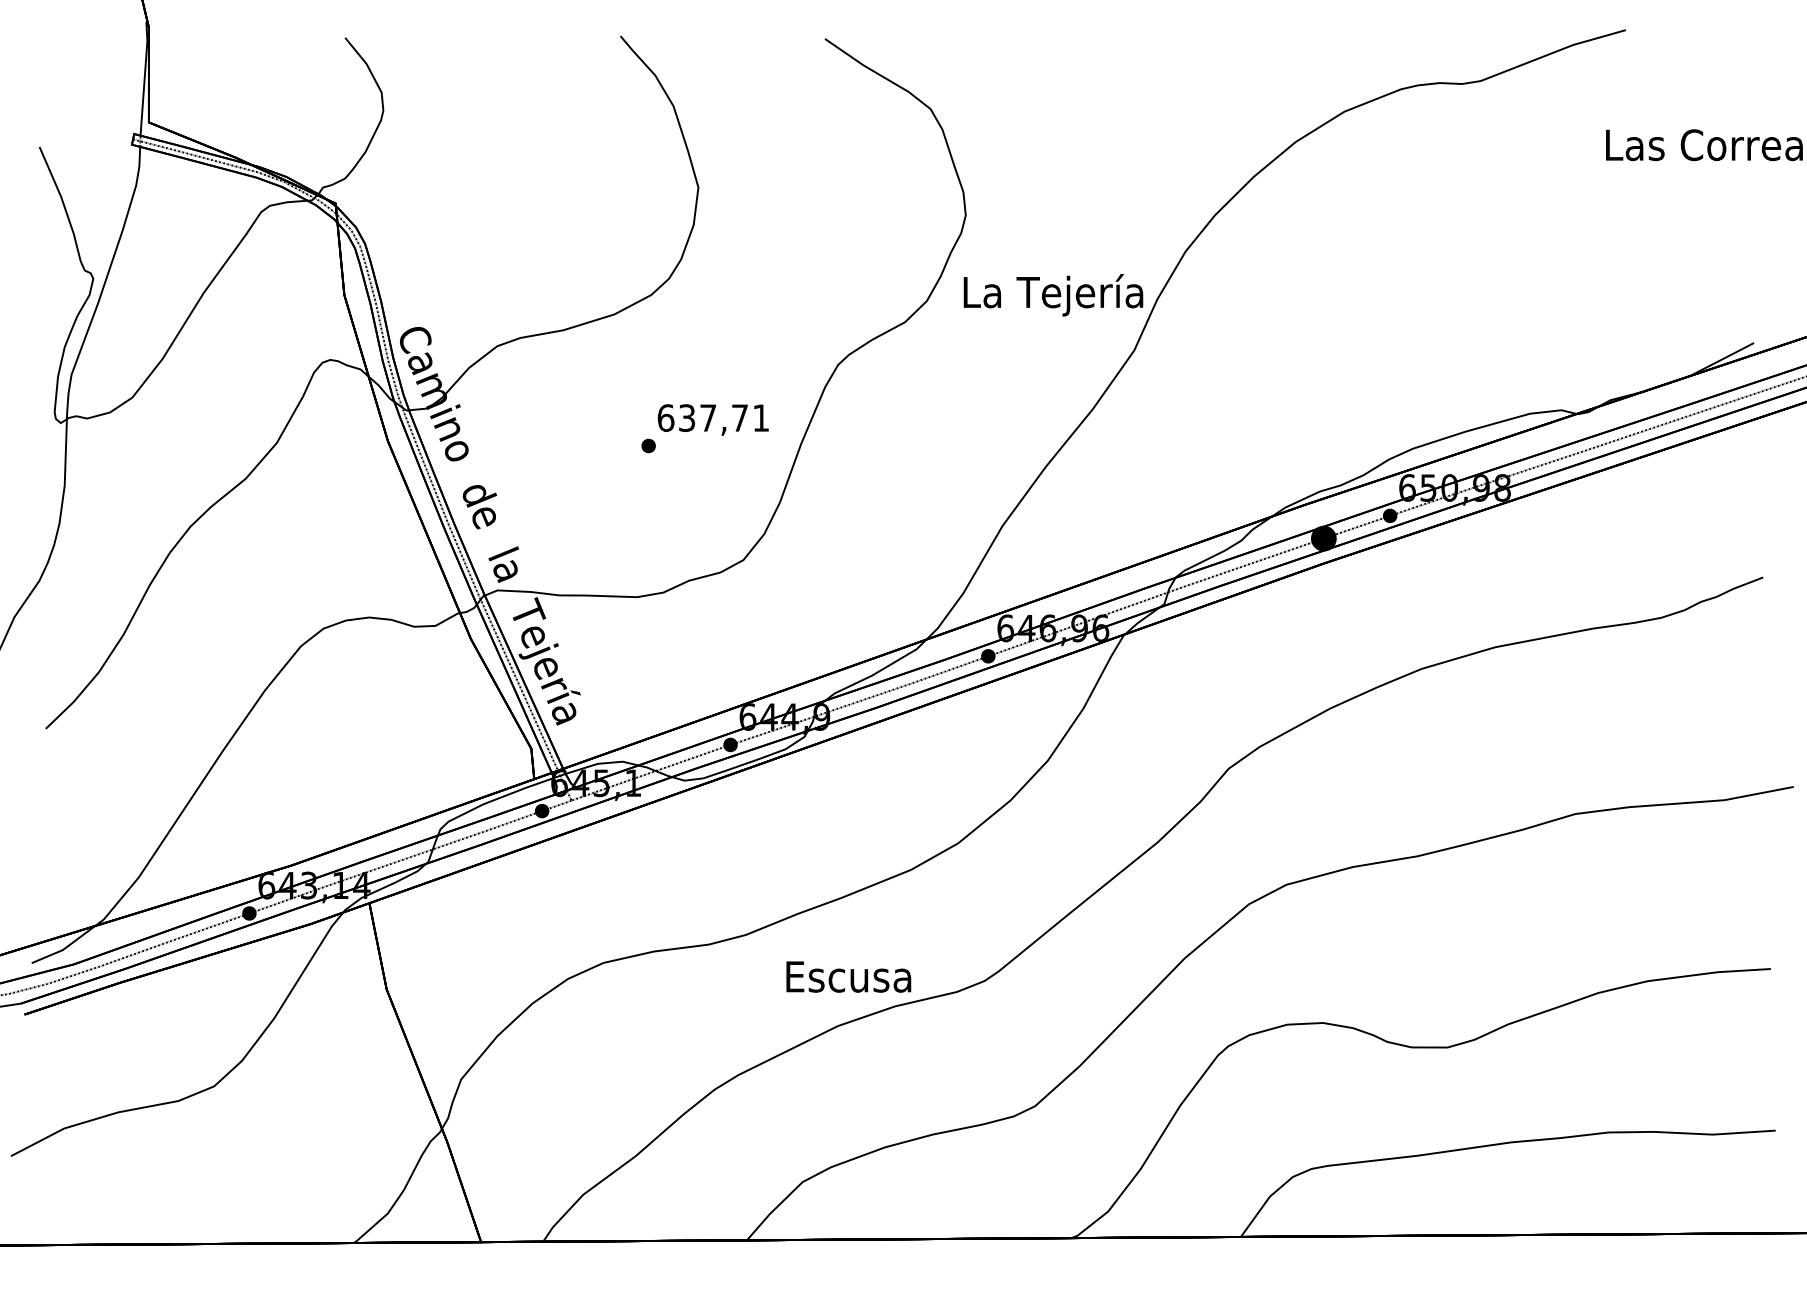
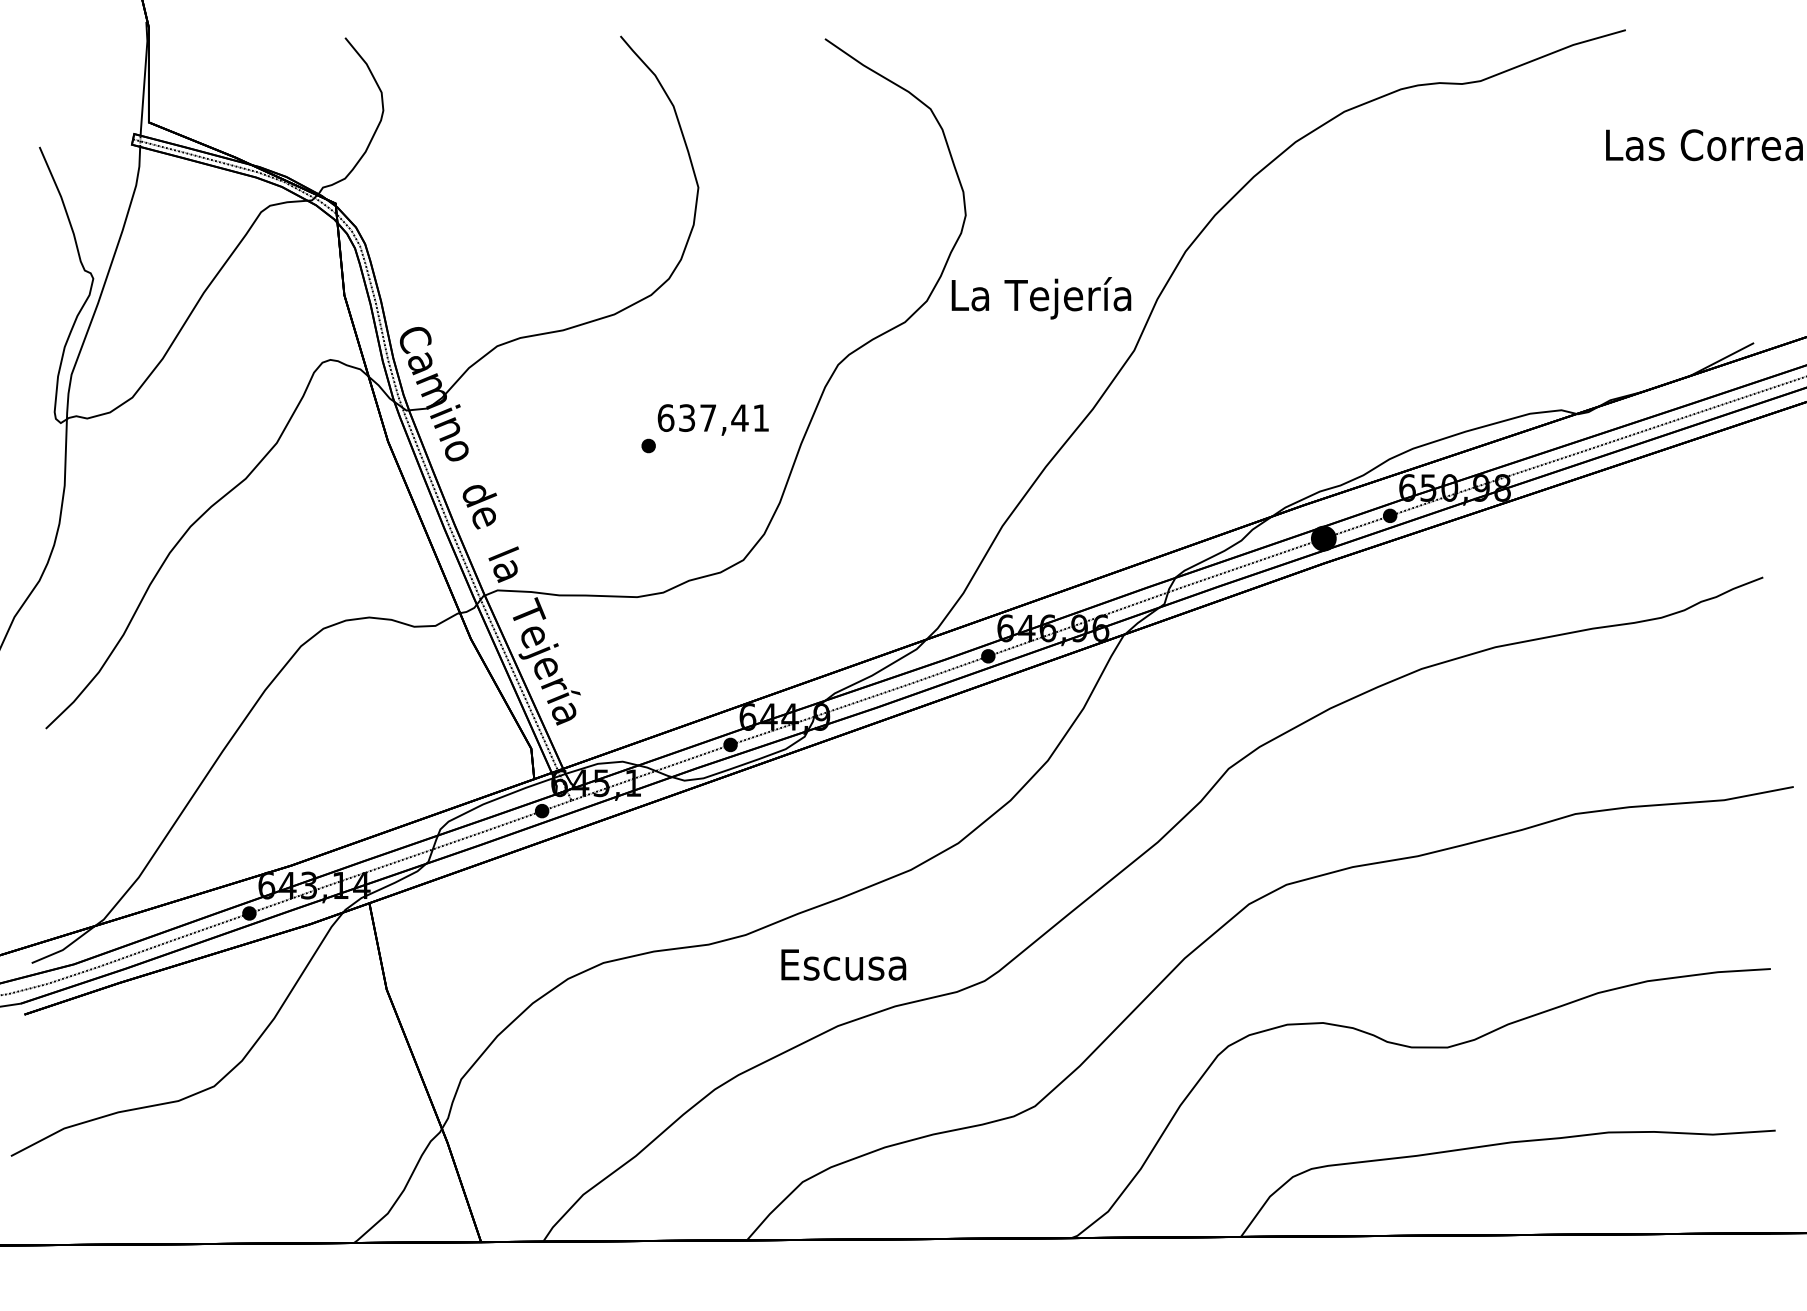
text at (1053, 295) position: (1053, 295) -> (1041, 298)
text at (739, 417): 637,71 -> 637,41
text at (848, 976) position: (848, 976) -> (843, 964)
